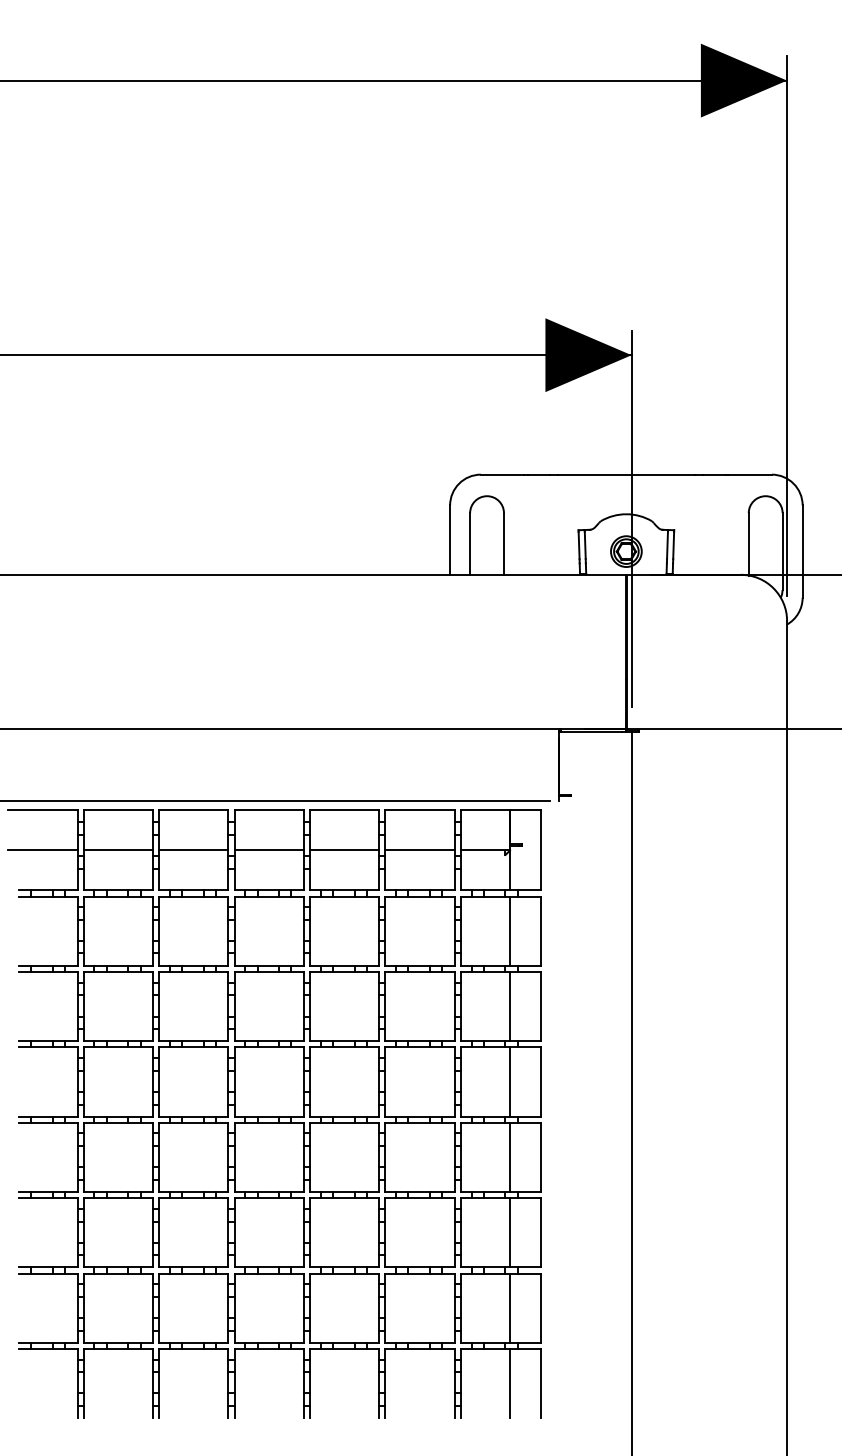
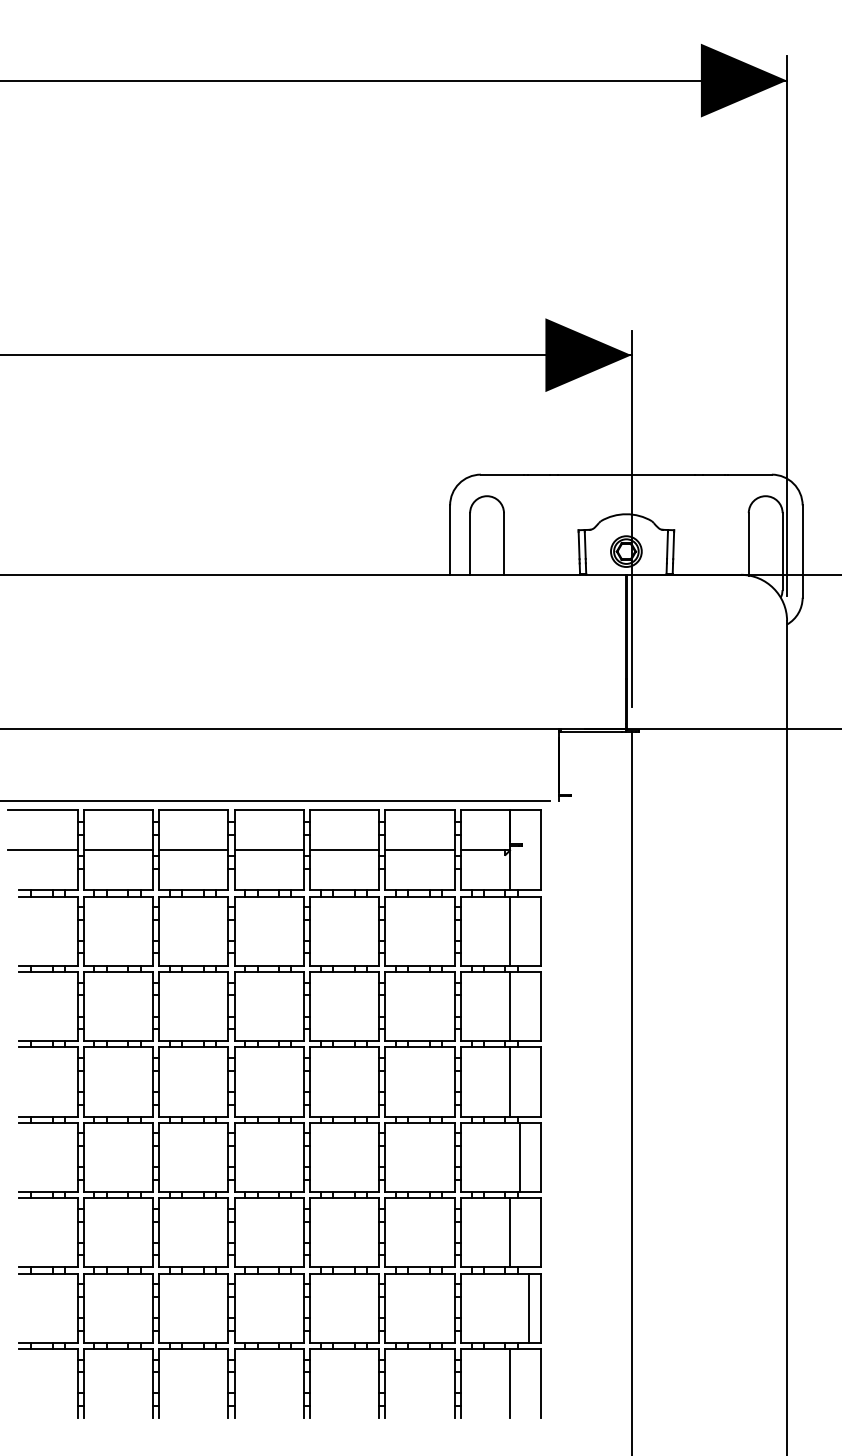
line at (510, 1157) position: (510, 1157) -> (520, 1157)
line at (510, 1307) position: (510, 1307) -> (529, 1307)
